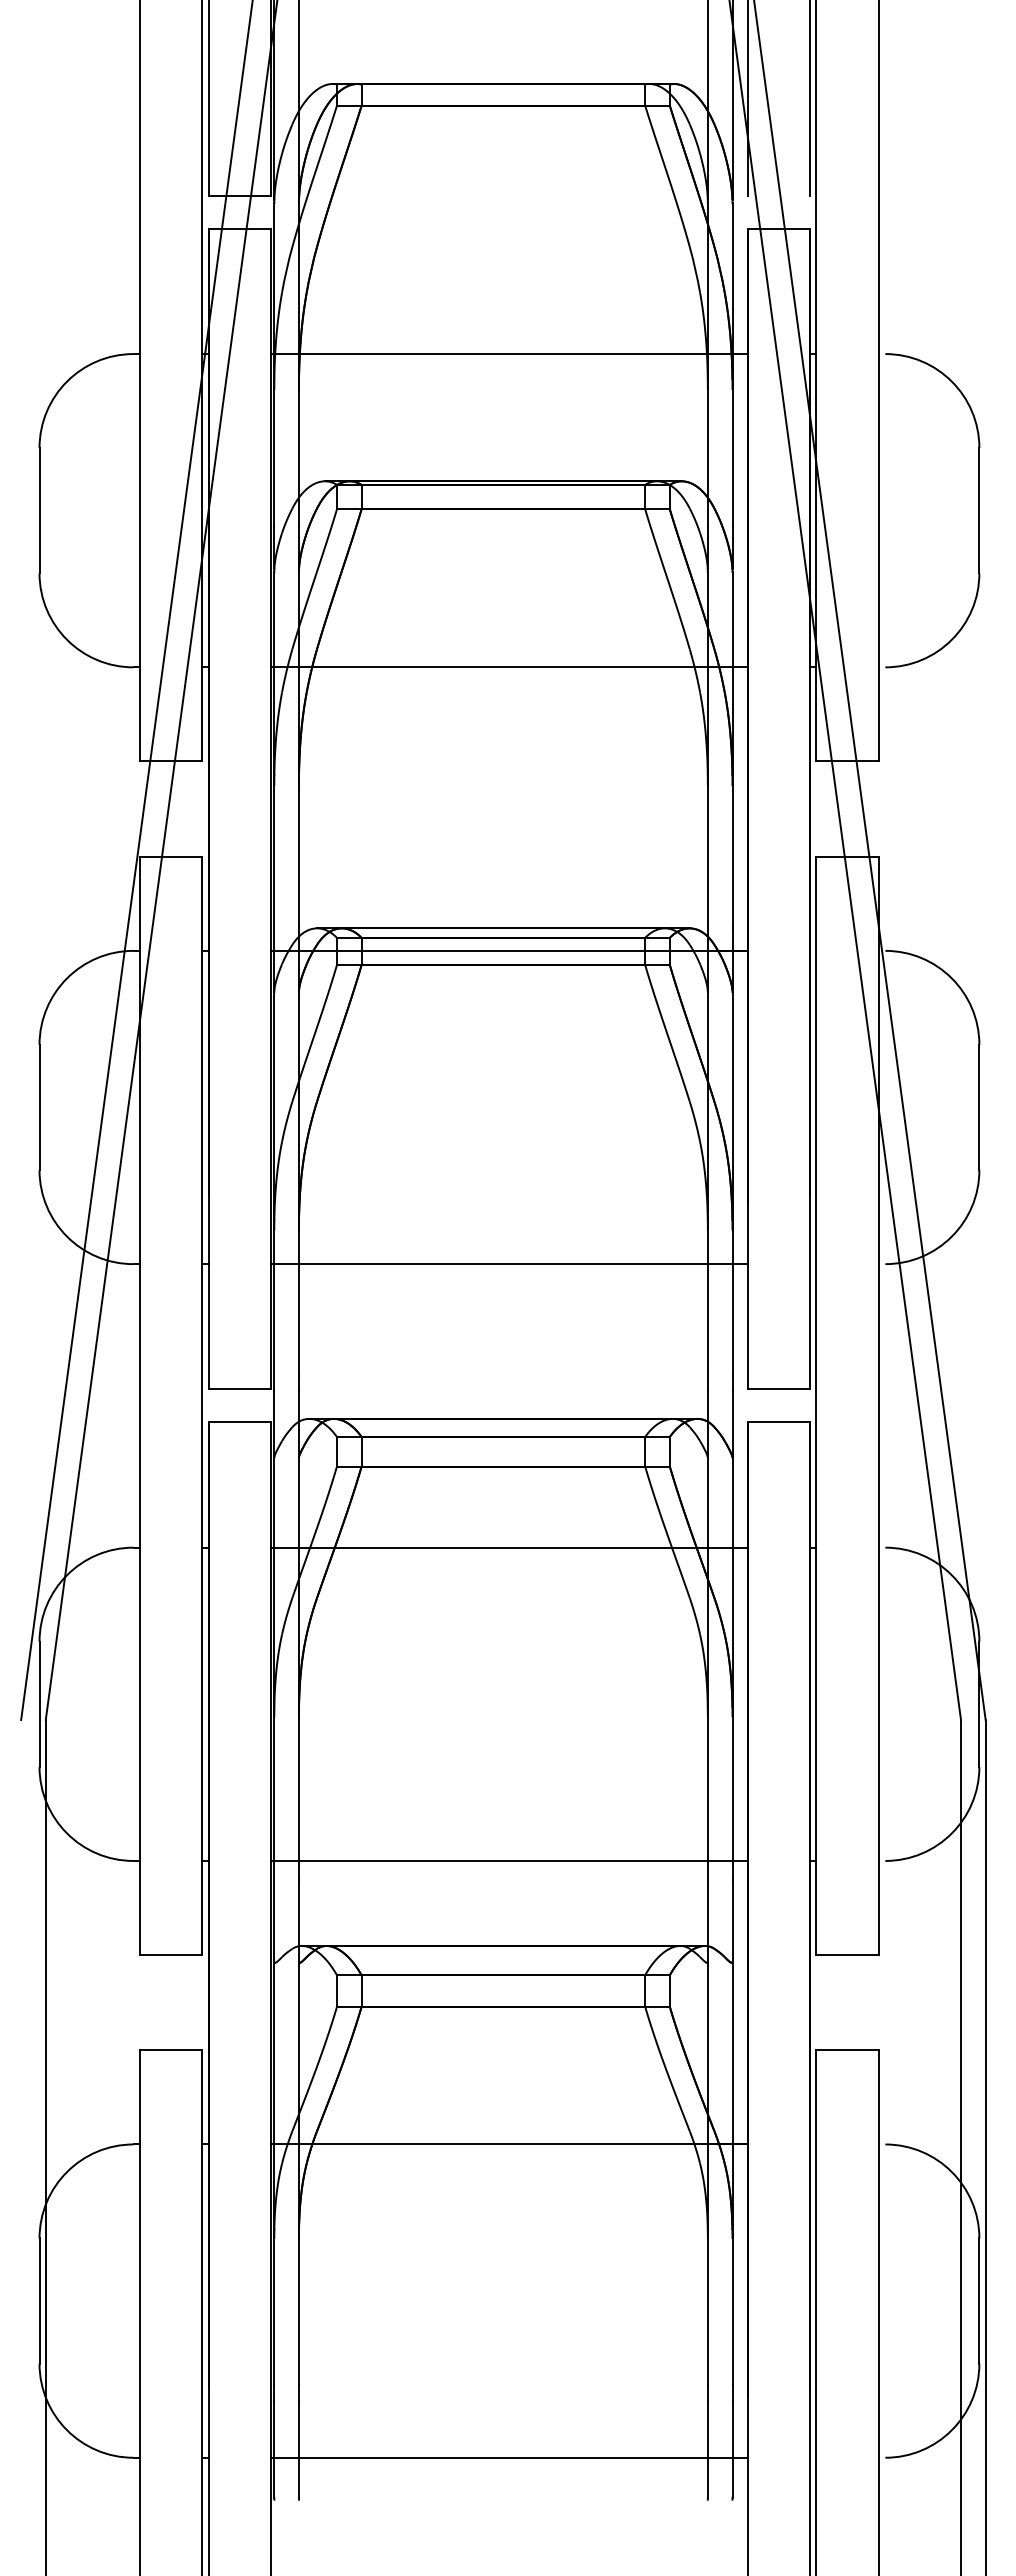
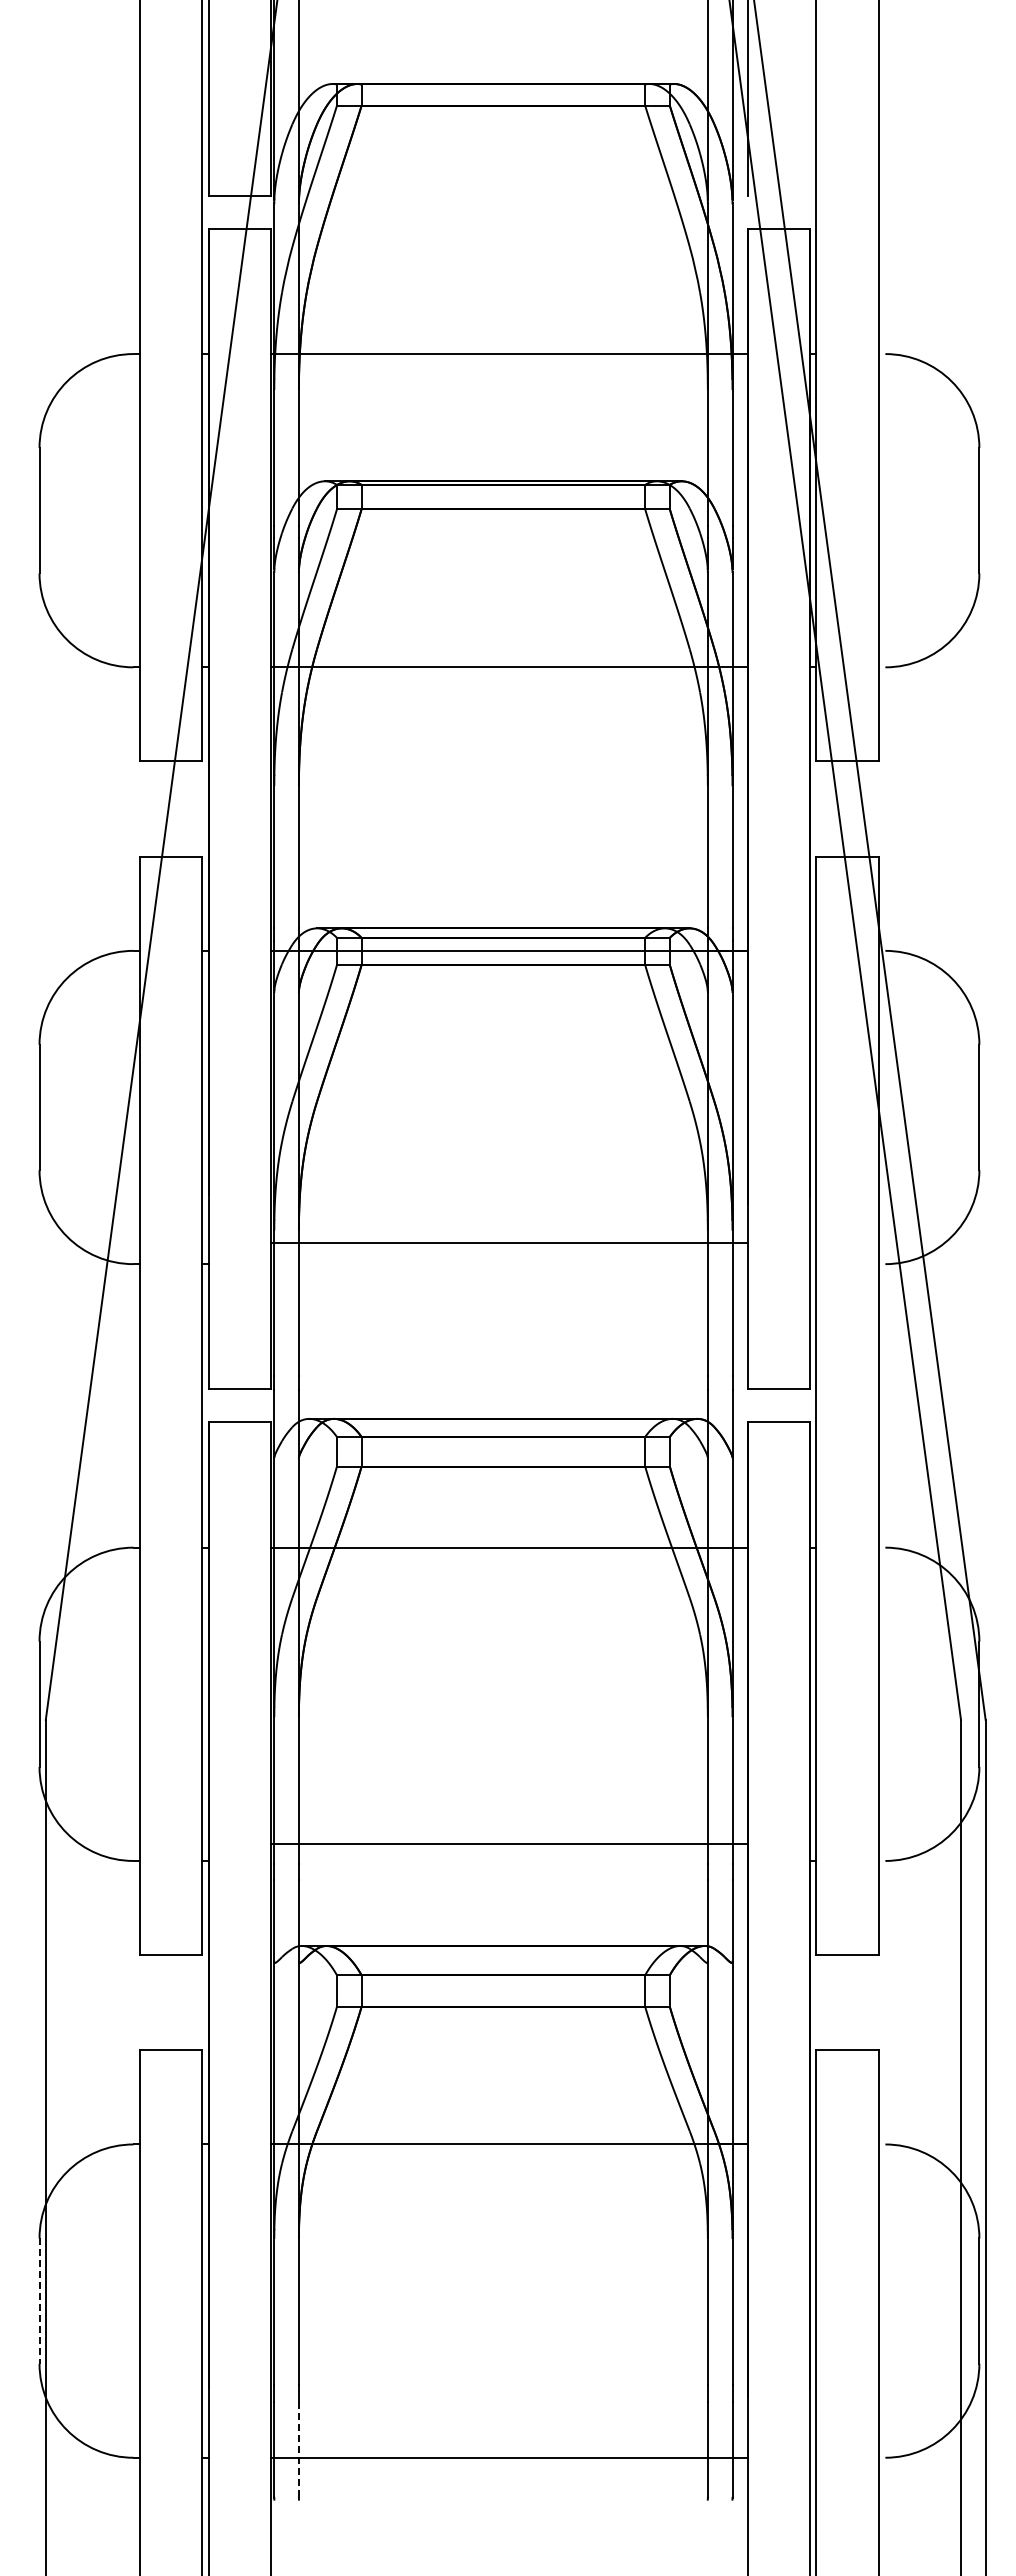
line at (810, 98): present -> none
line at (136, 860): present -> none
line at (509, 1264) position: (509, 1264) -> (509, 1243)
line at (509, 1860) position: (509, 1860) -> (509, 1843)
line at (39, 2301): solid -> dashed
line at (298, 2450): solid -> dashed
